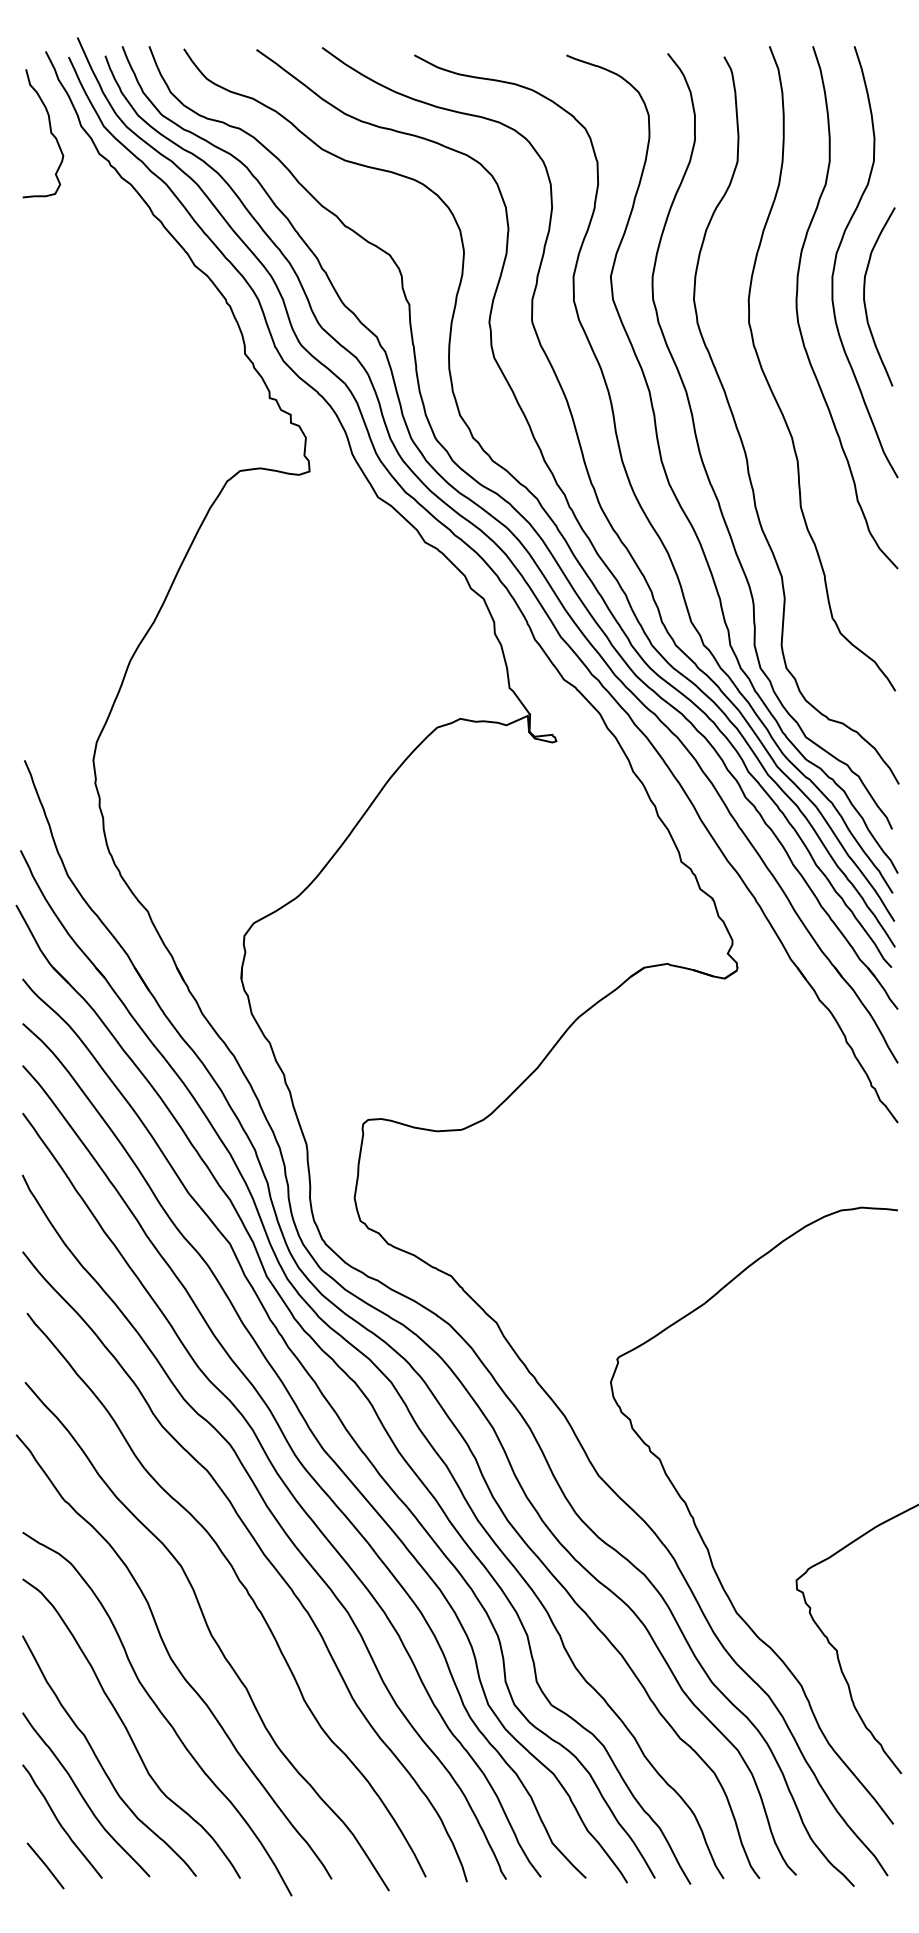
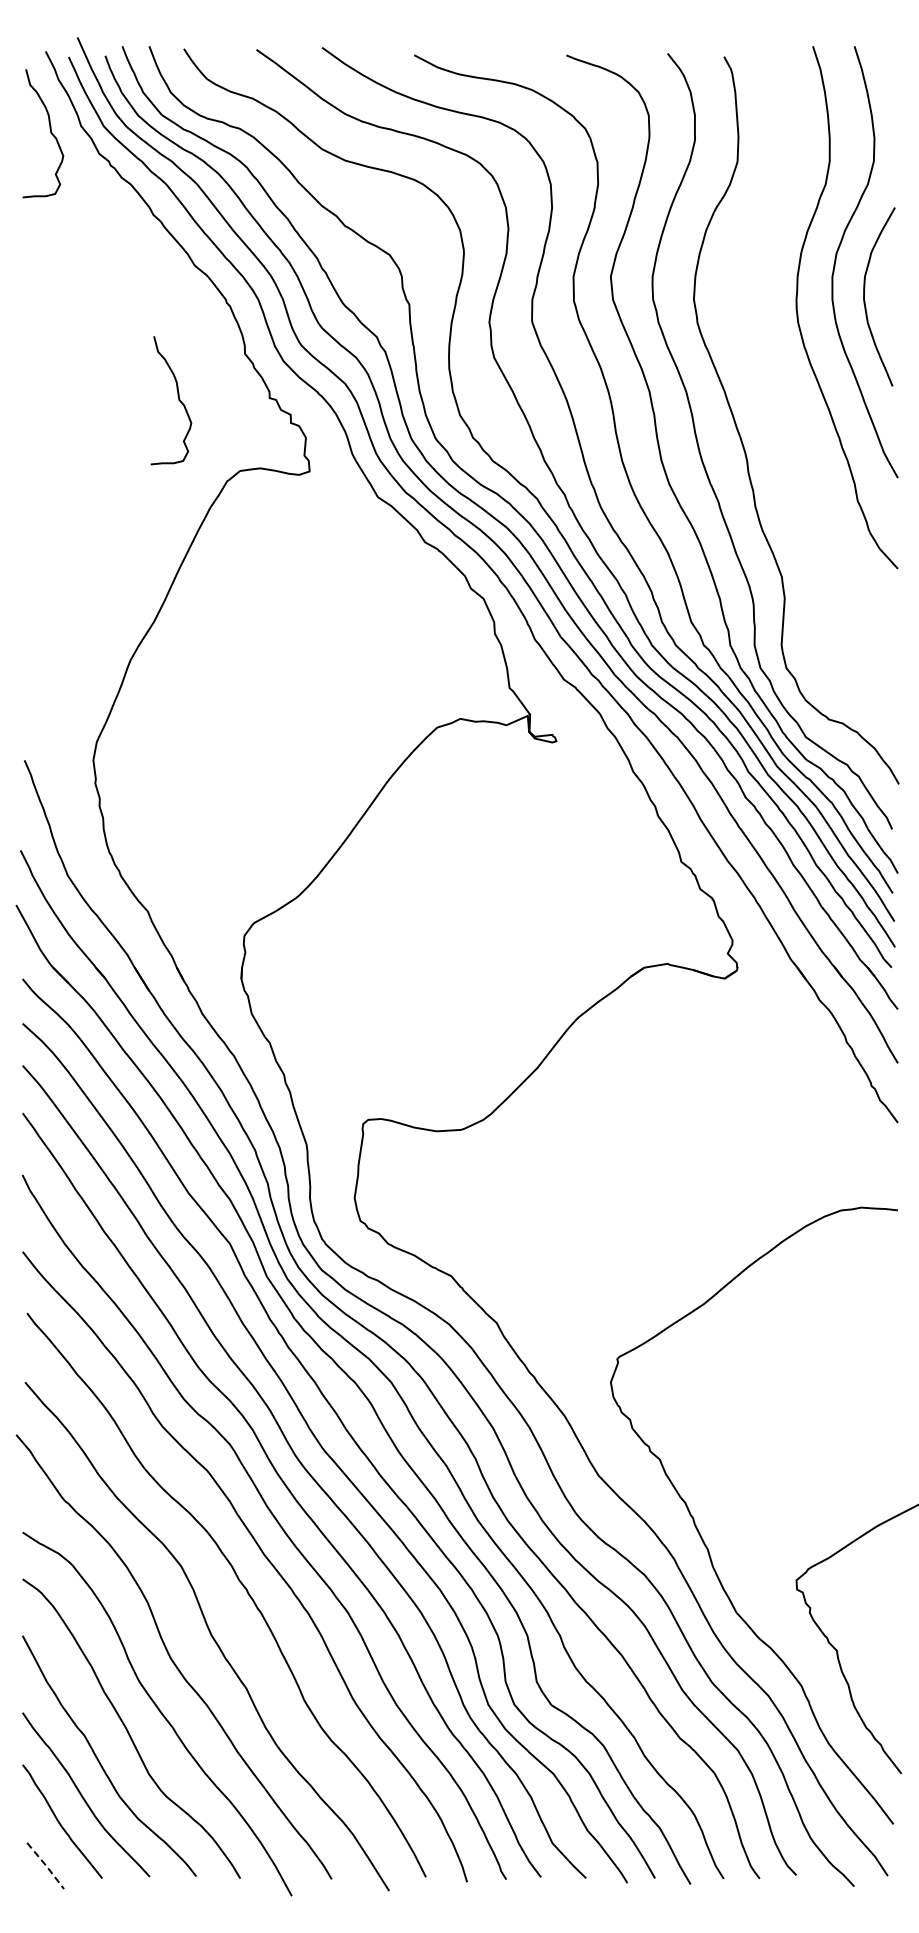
curve at (773, 392): present -> none
curve at (178, 400): none -> present
line at (46, 1866): solid -> dashed
